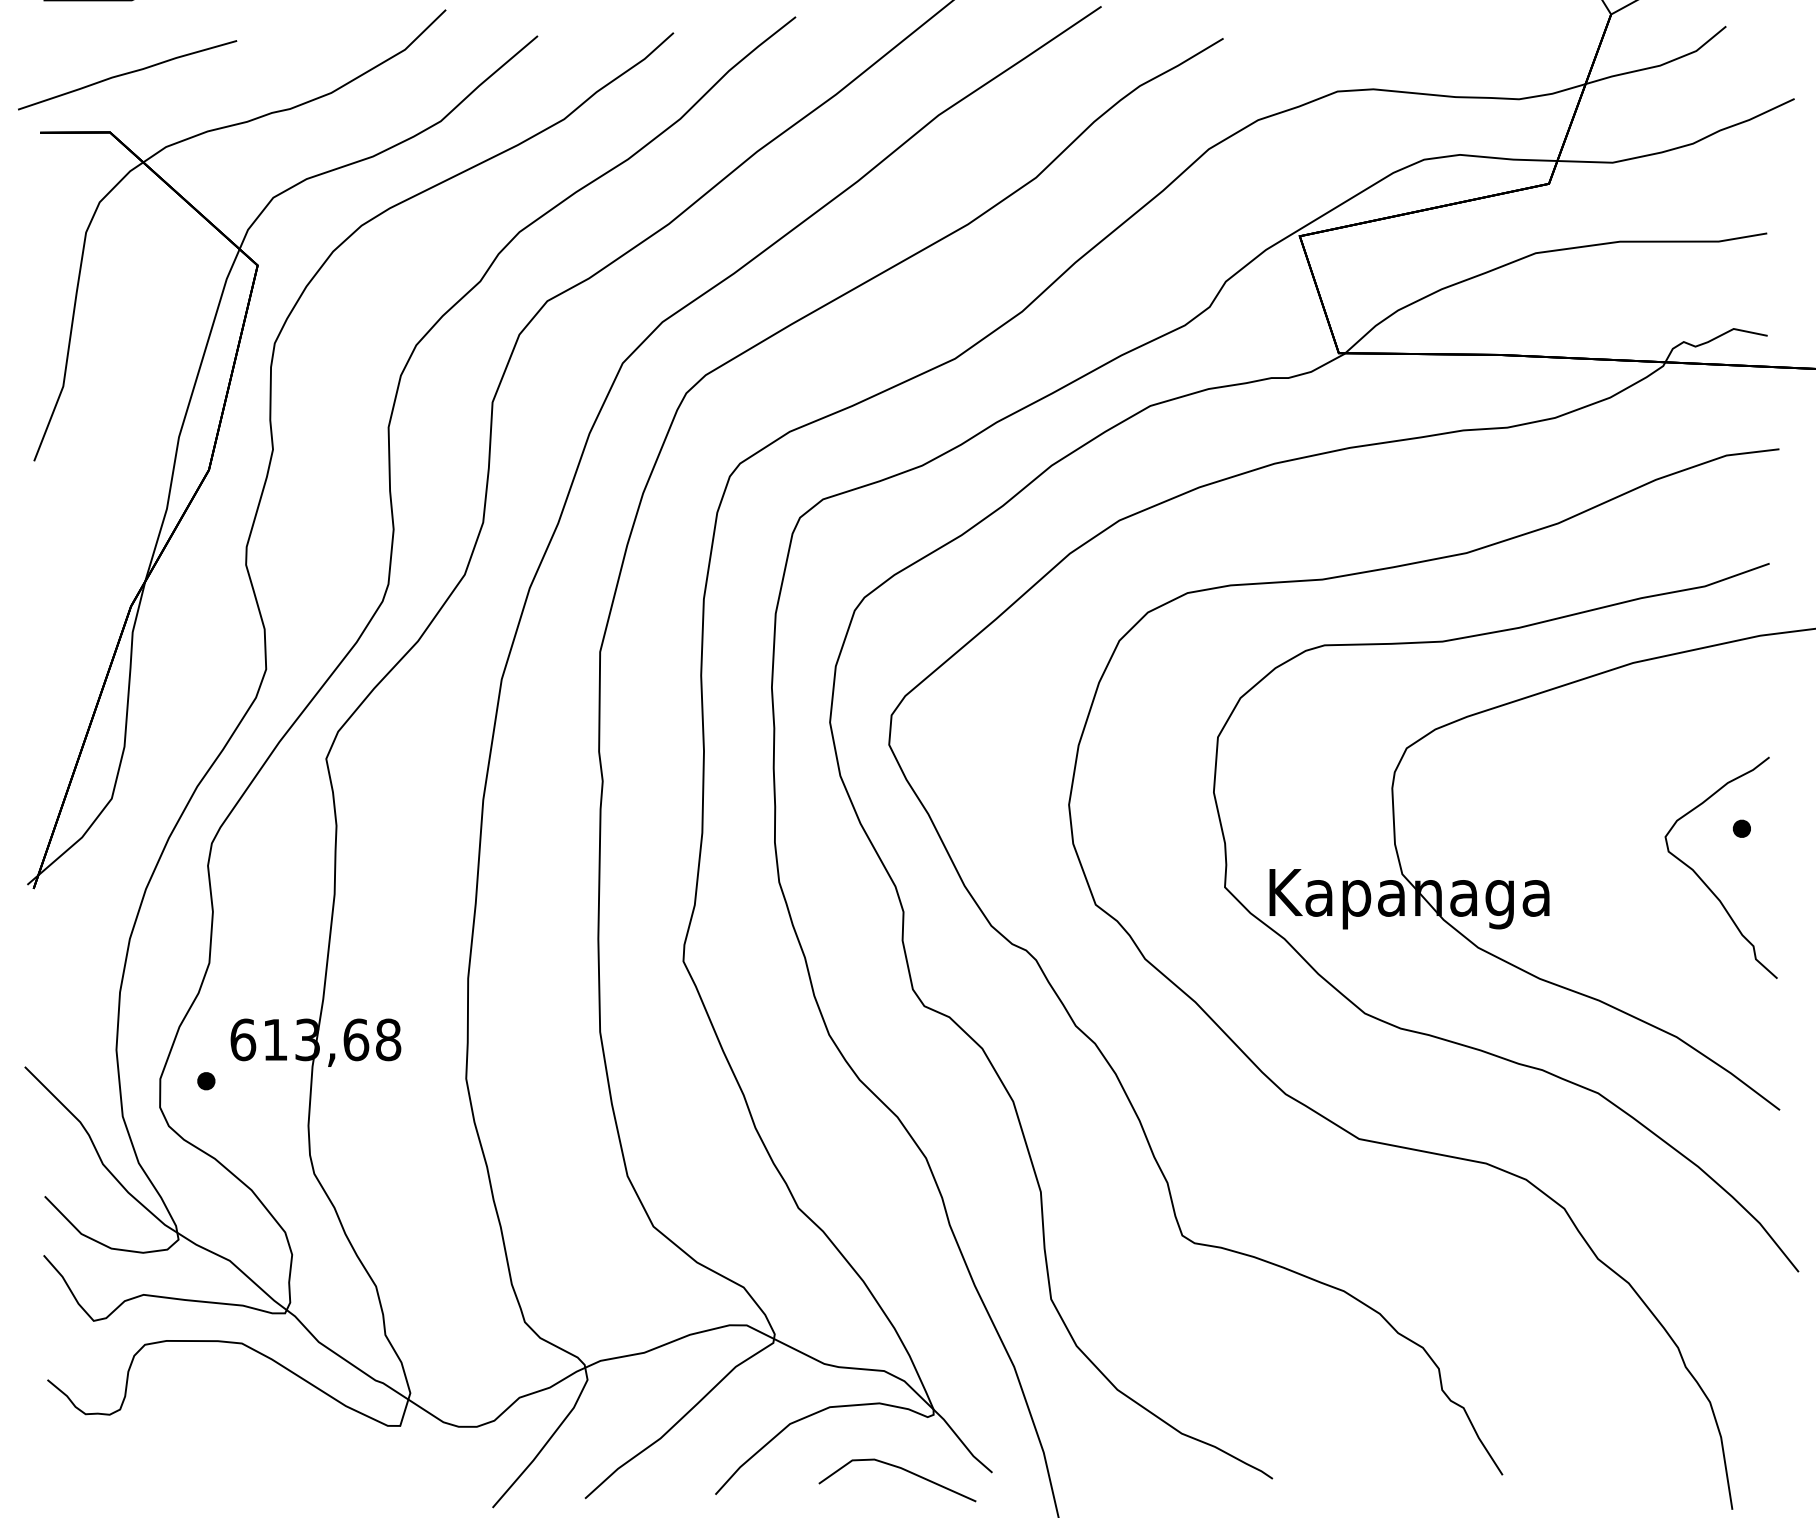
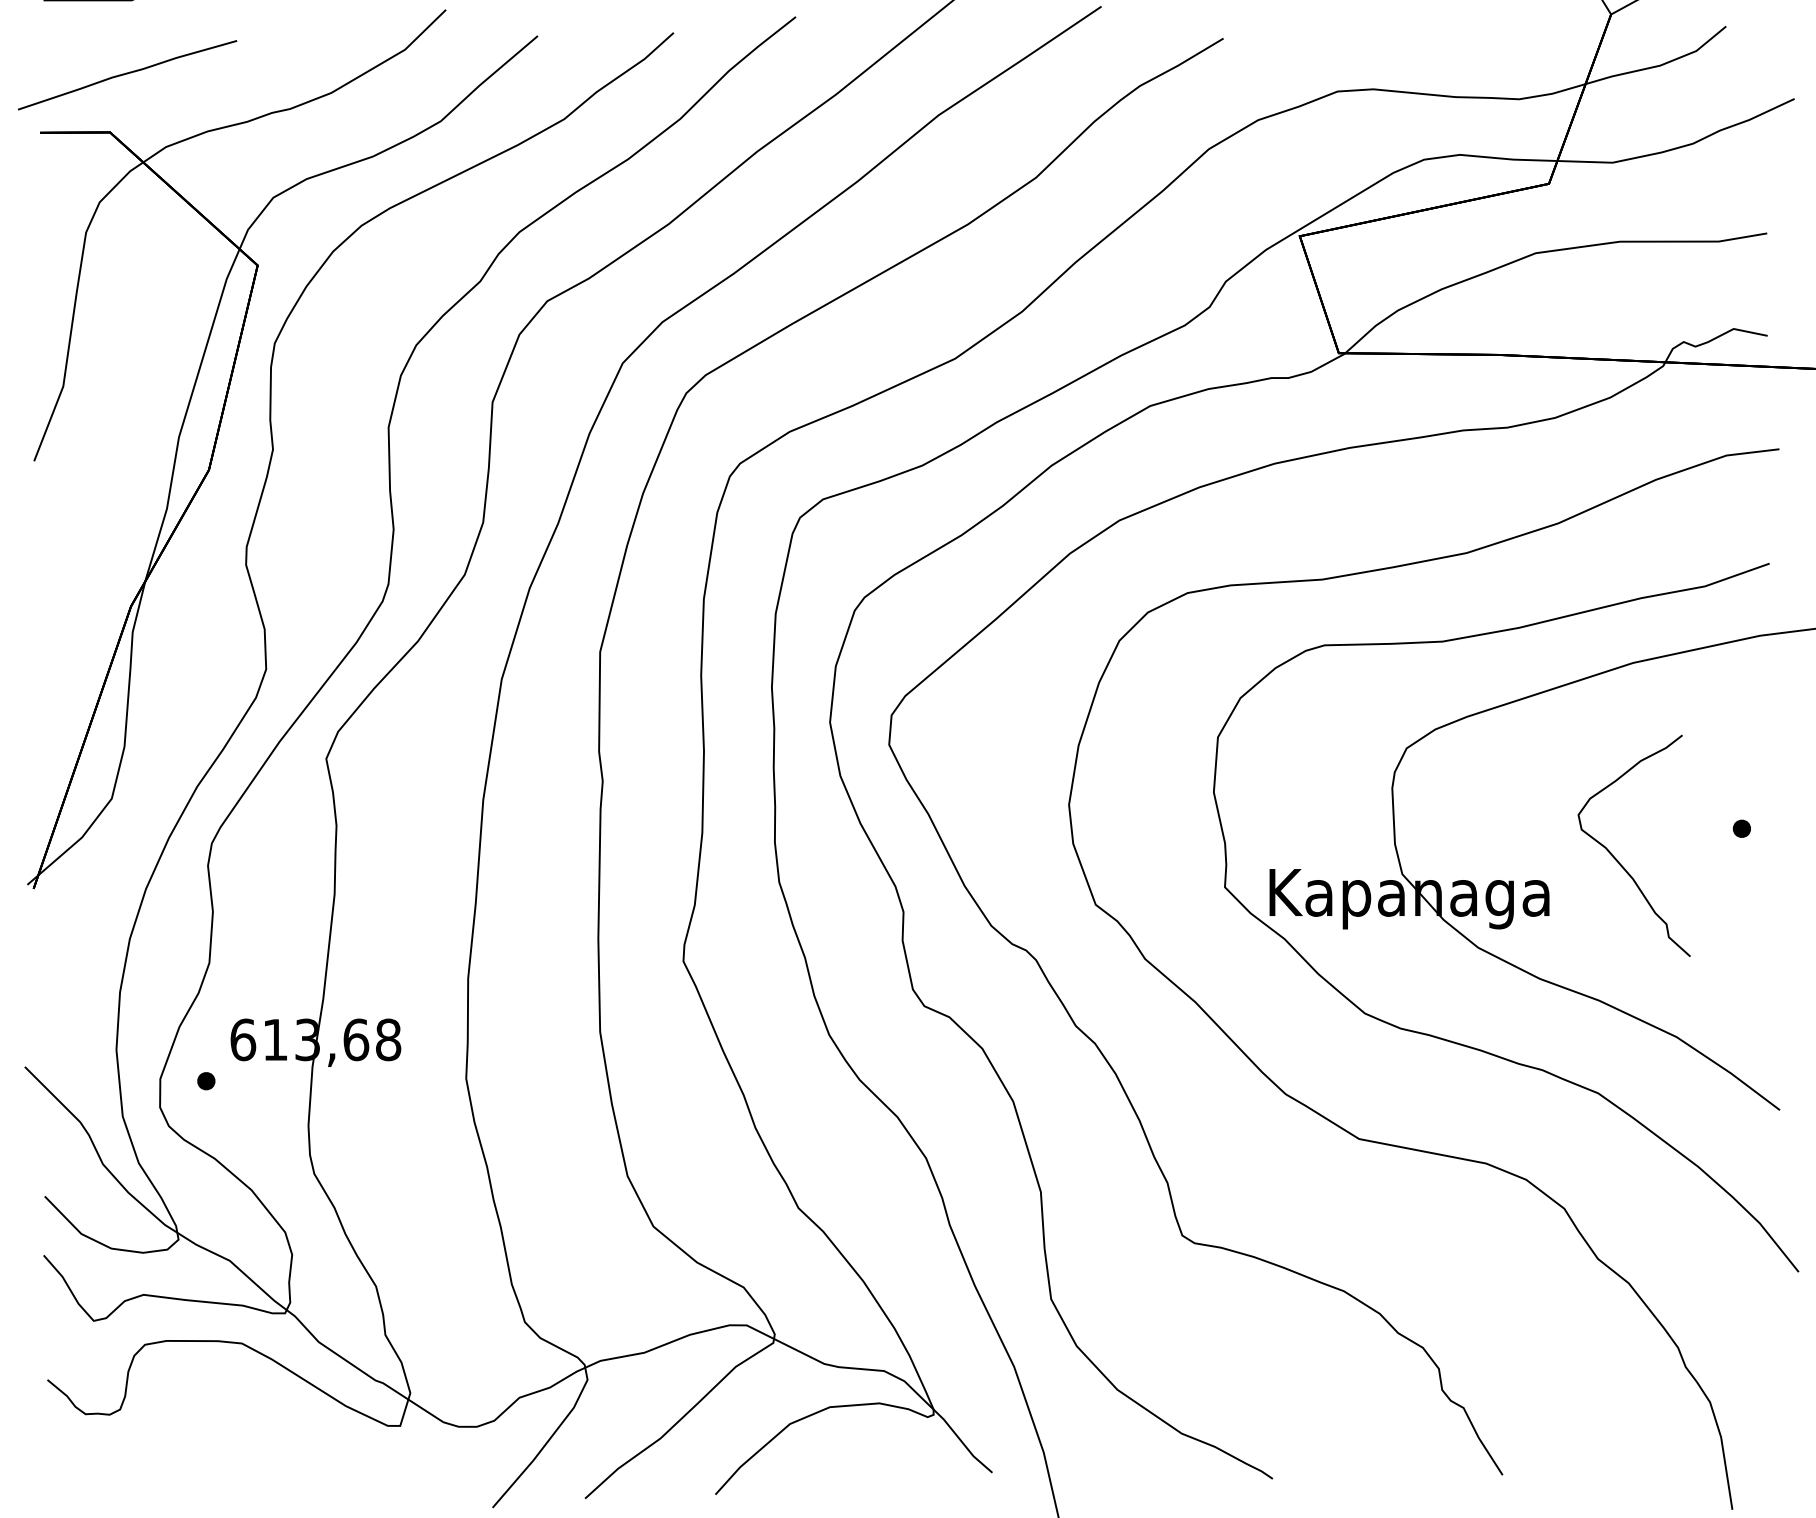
curve at (1705, 882) position: (1705, 882) -> (1618, 860)
line at (903, 1470): present -> none
